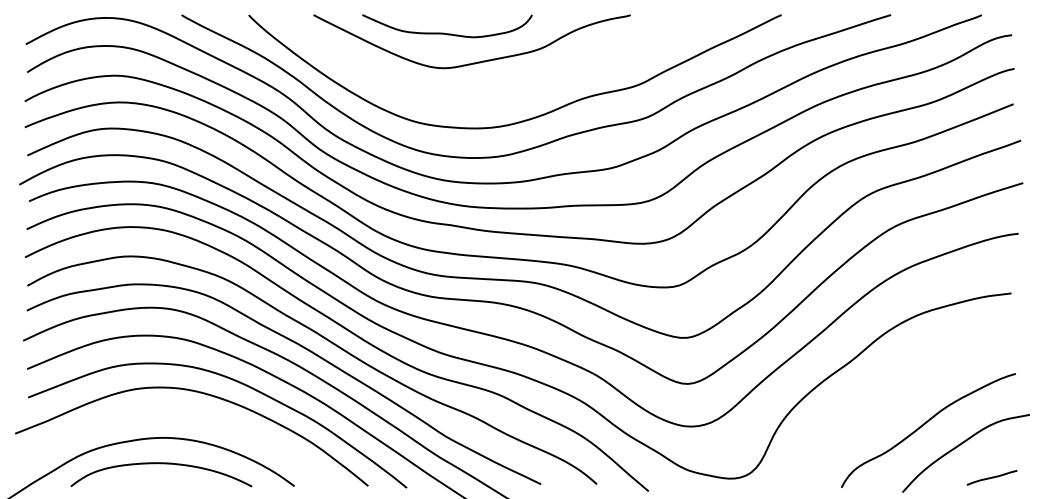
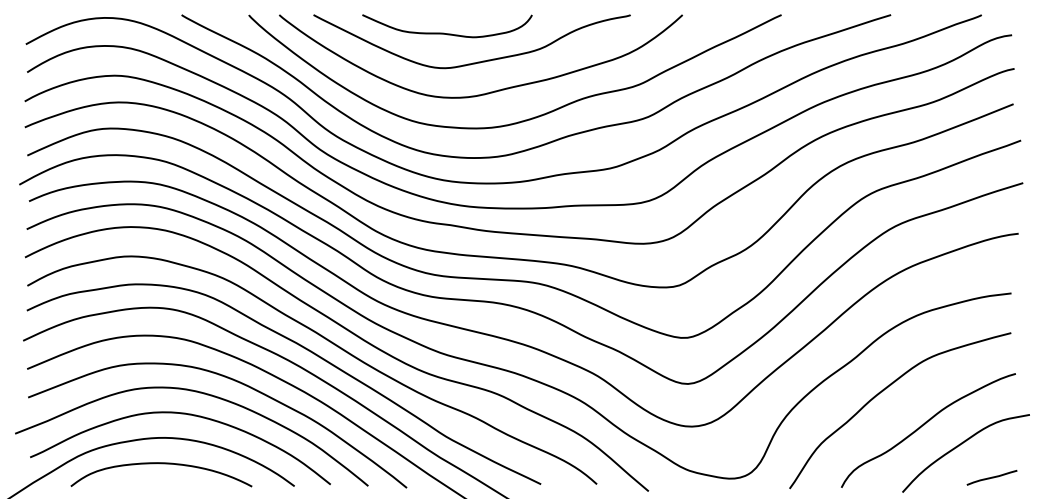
curve at (490, 91): none -> present
curve at (882, 392): none -> present
curve at (188, 415): none -> present
